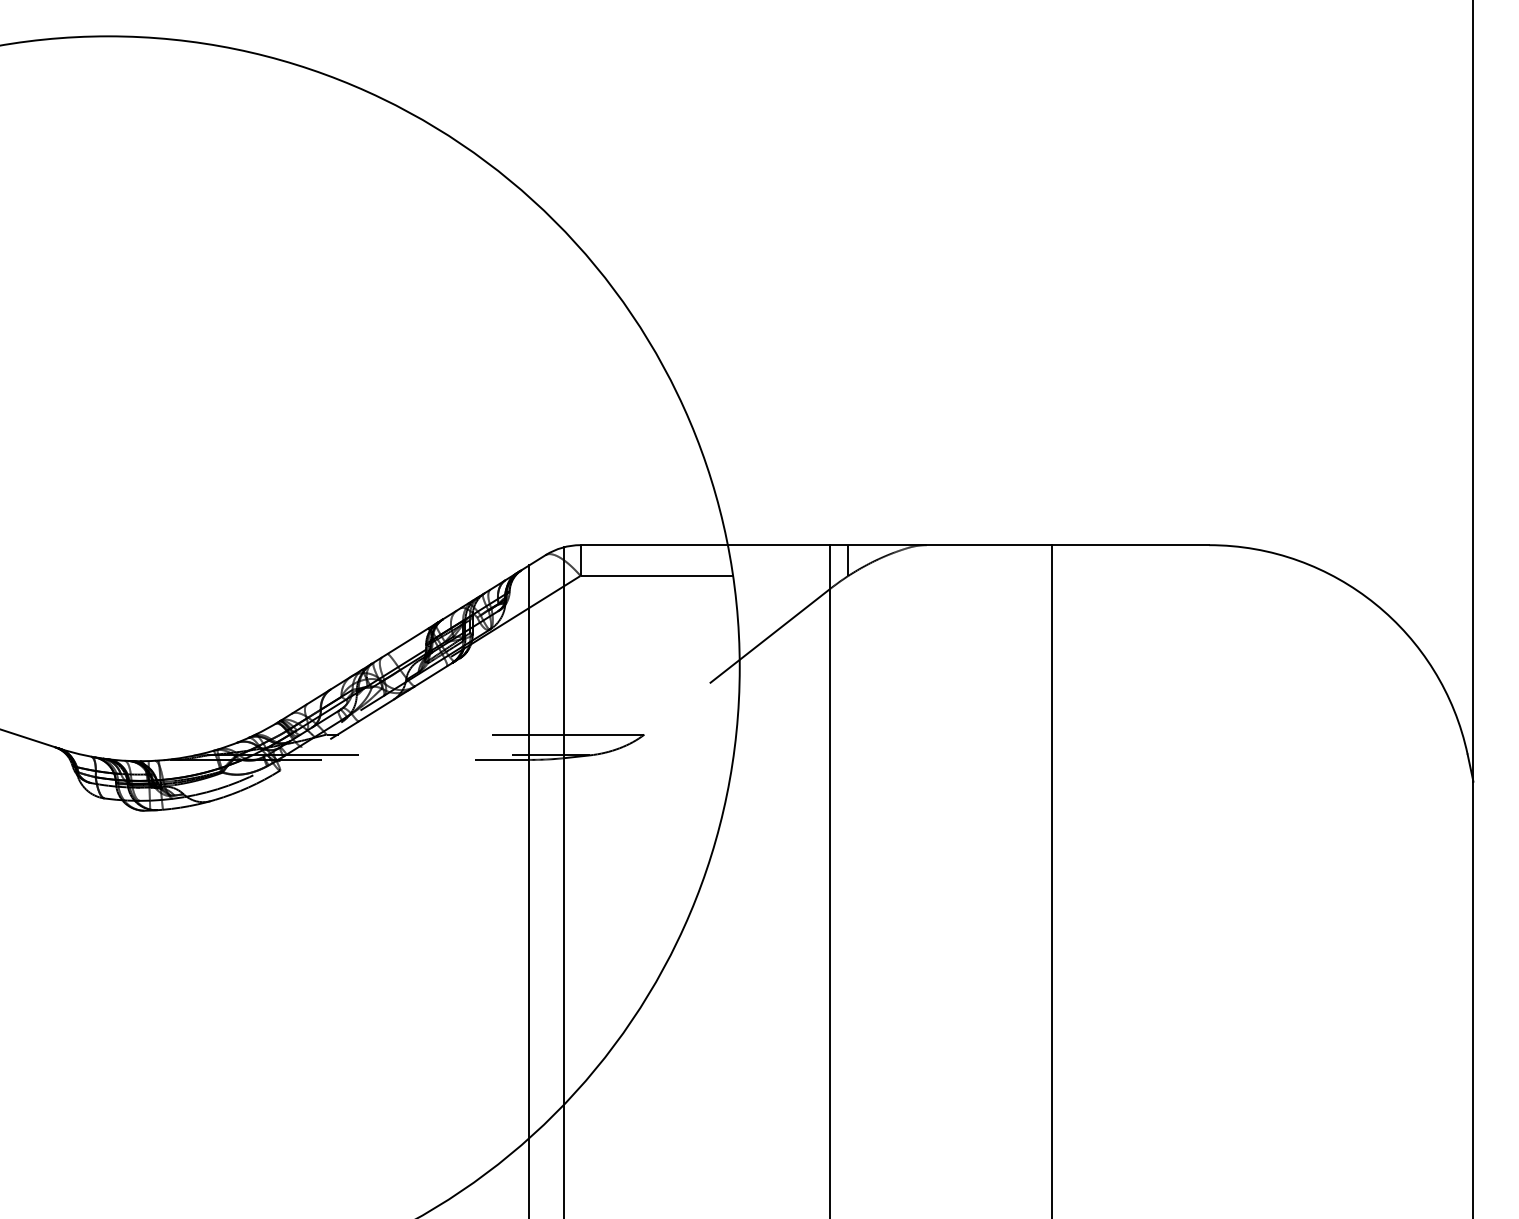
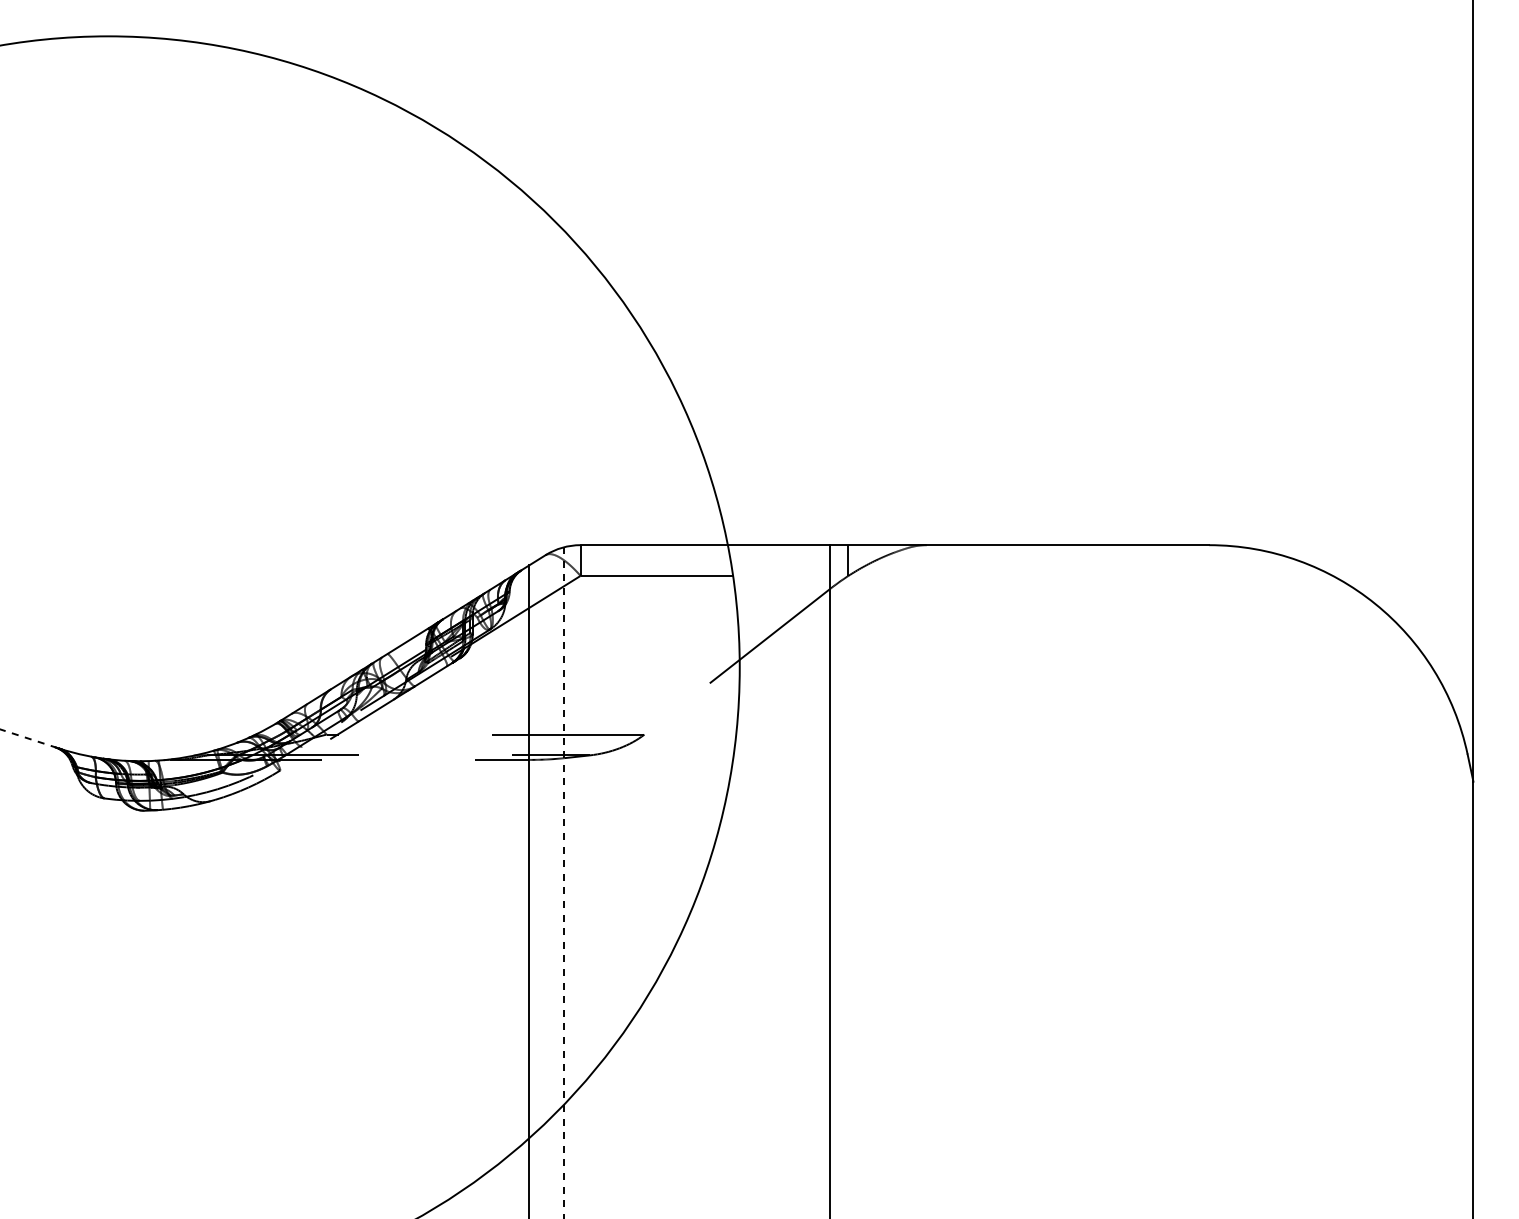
line at (29, 739): solid -> dashed
line at (1051, 880): present -> none
line at (564, 883): solid -> dashed
